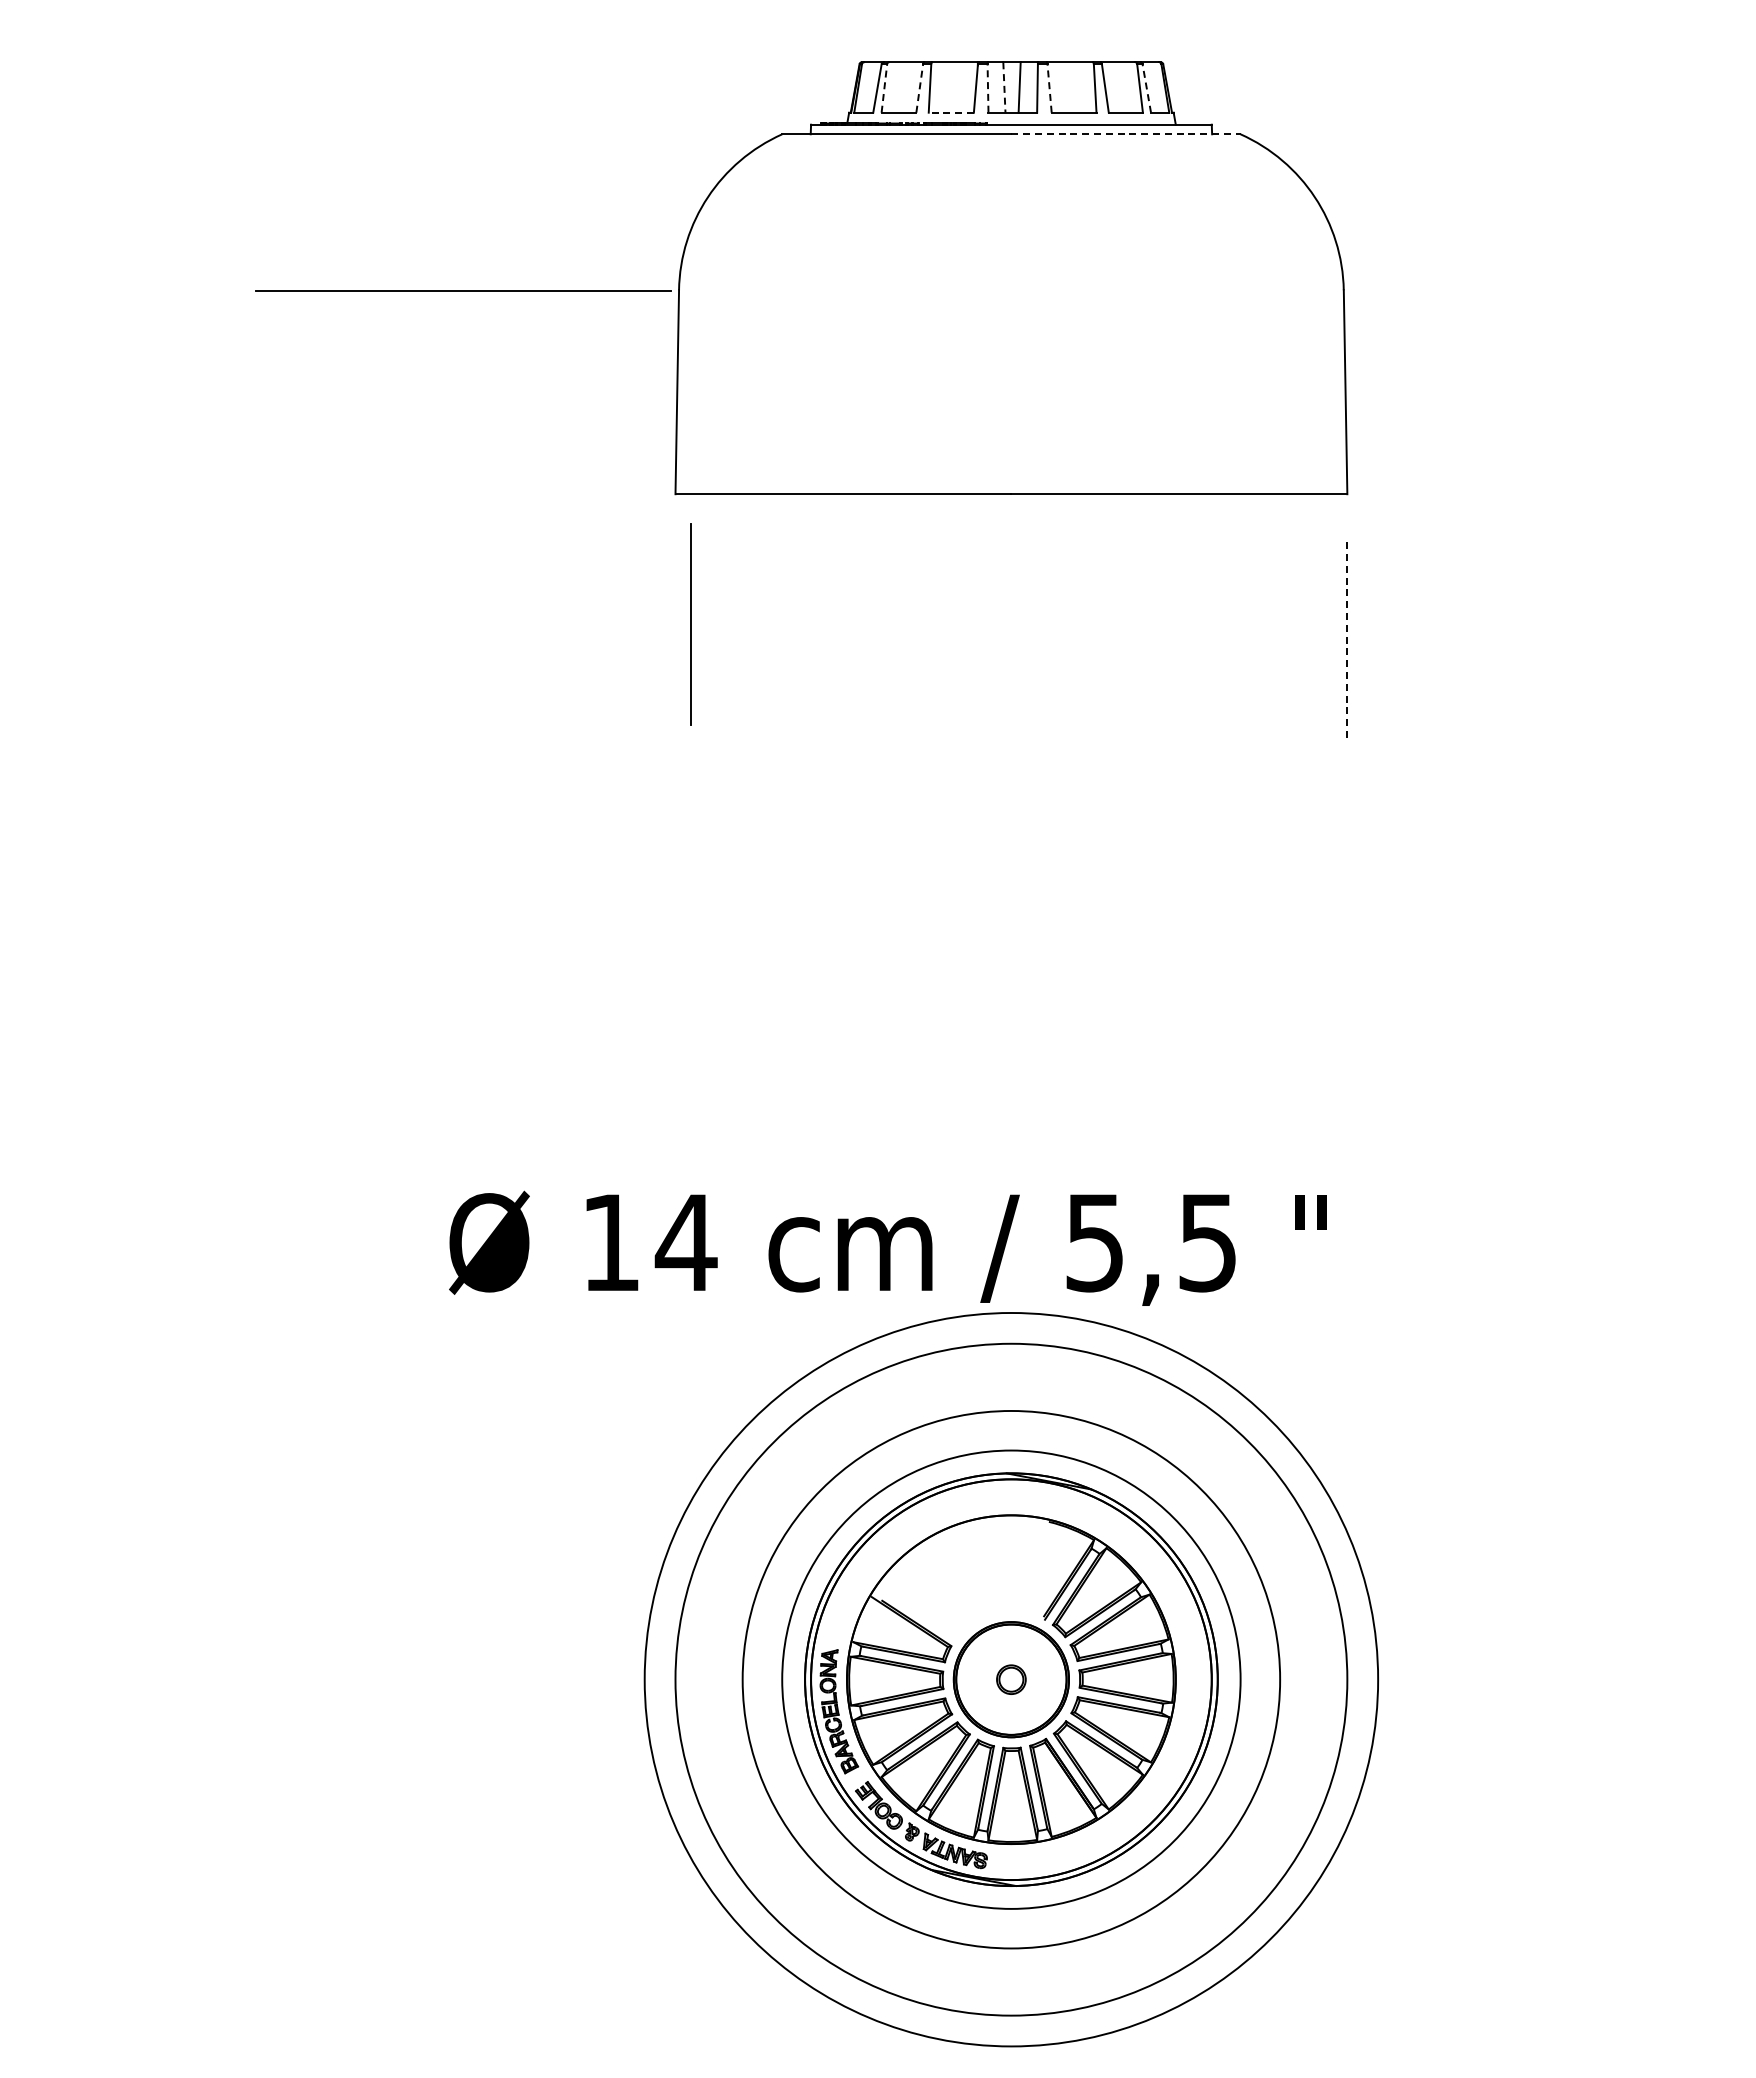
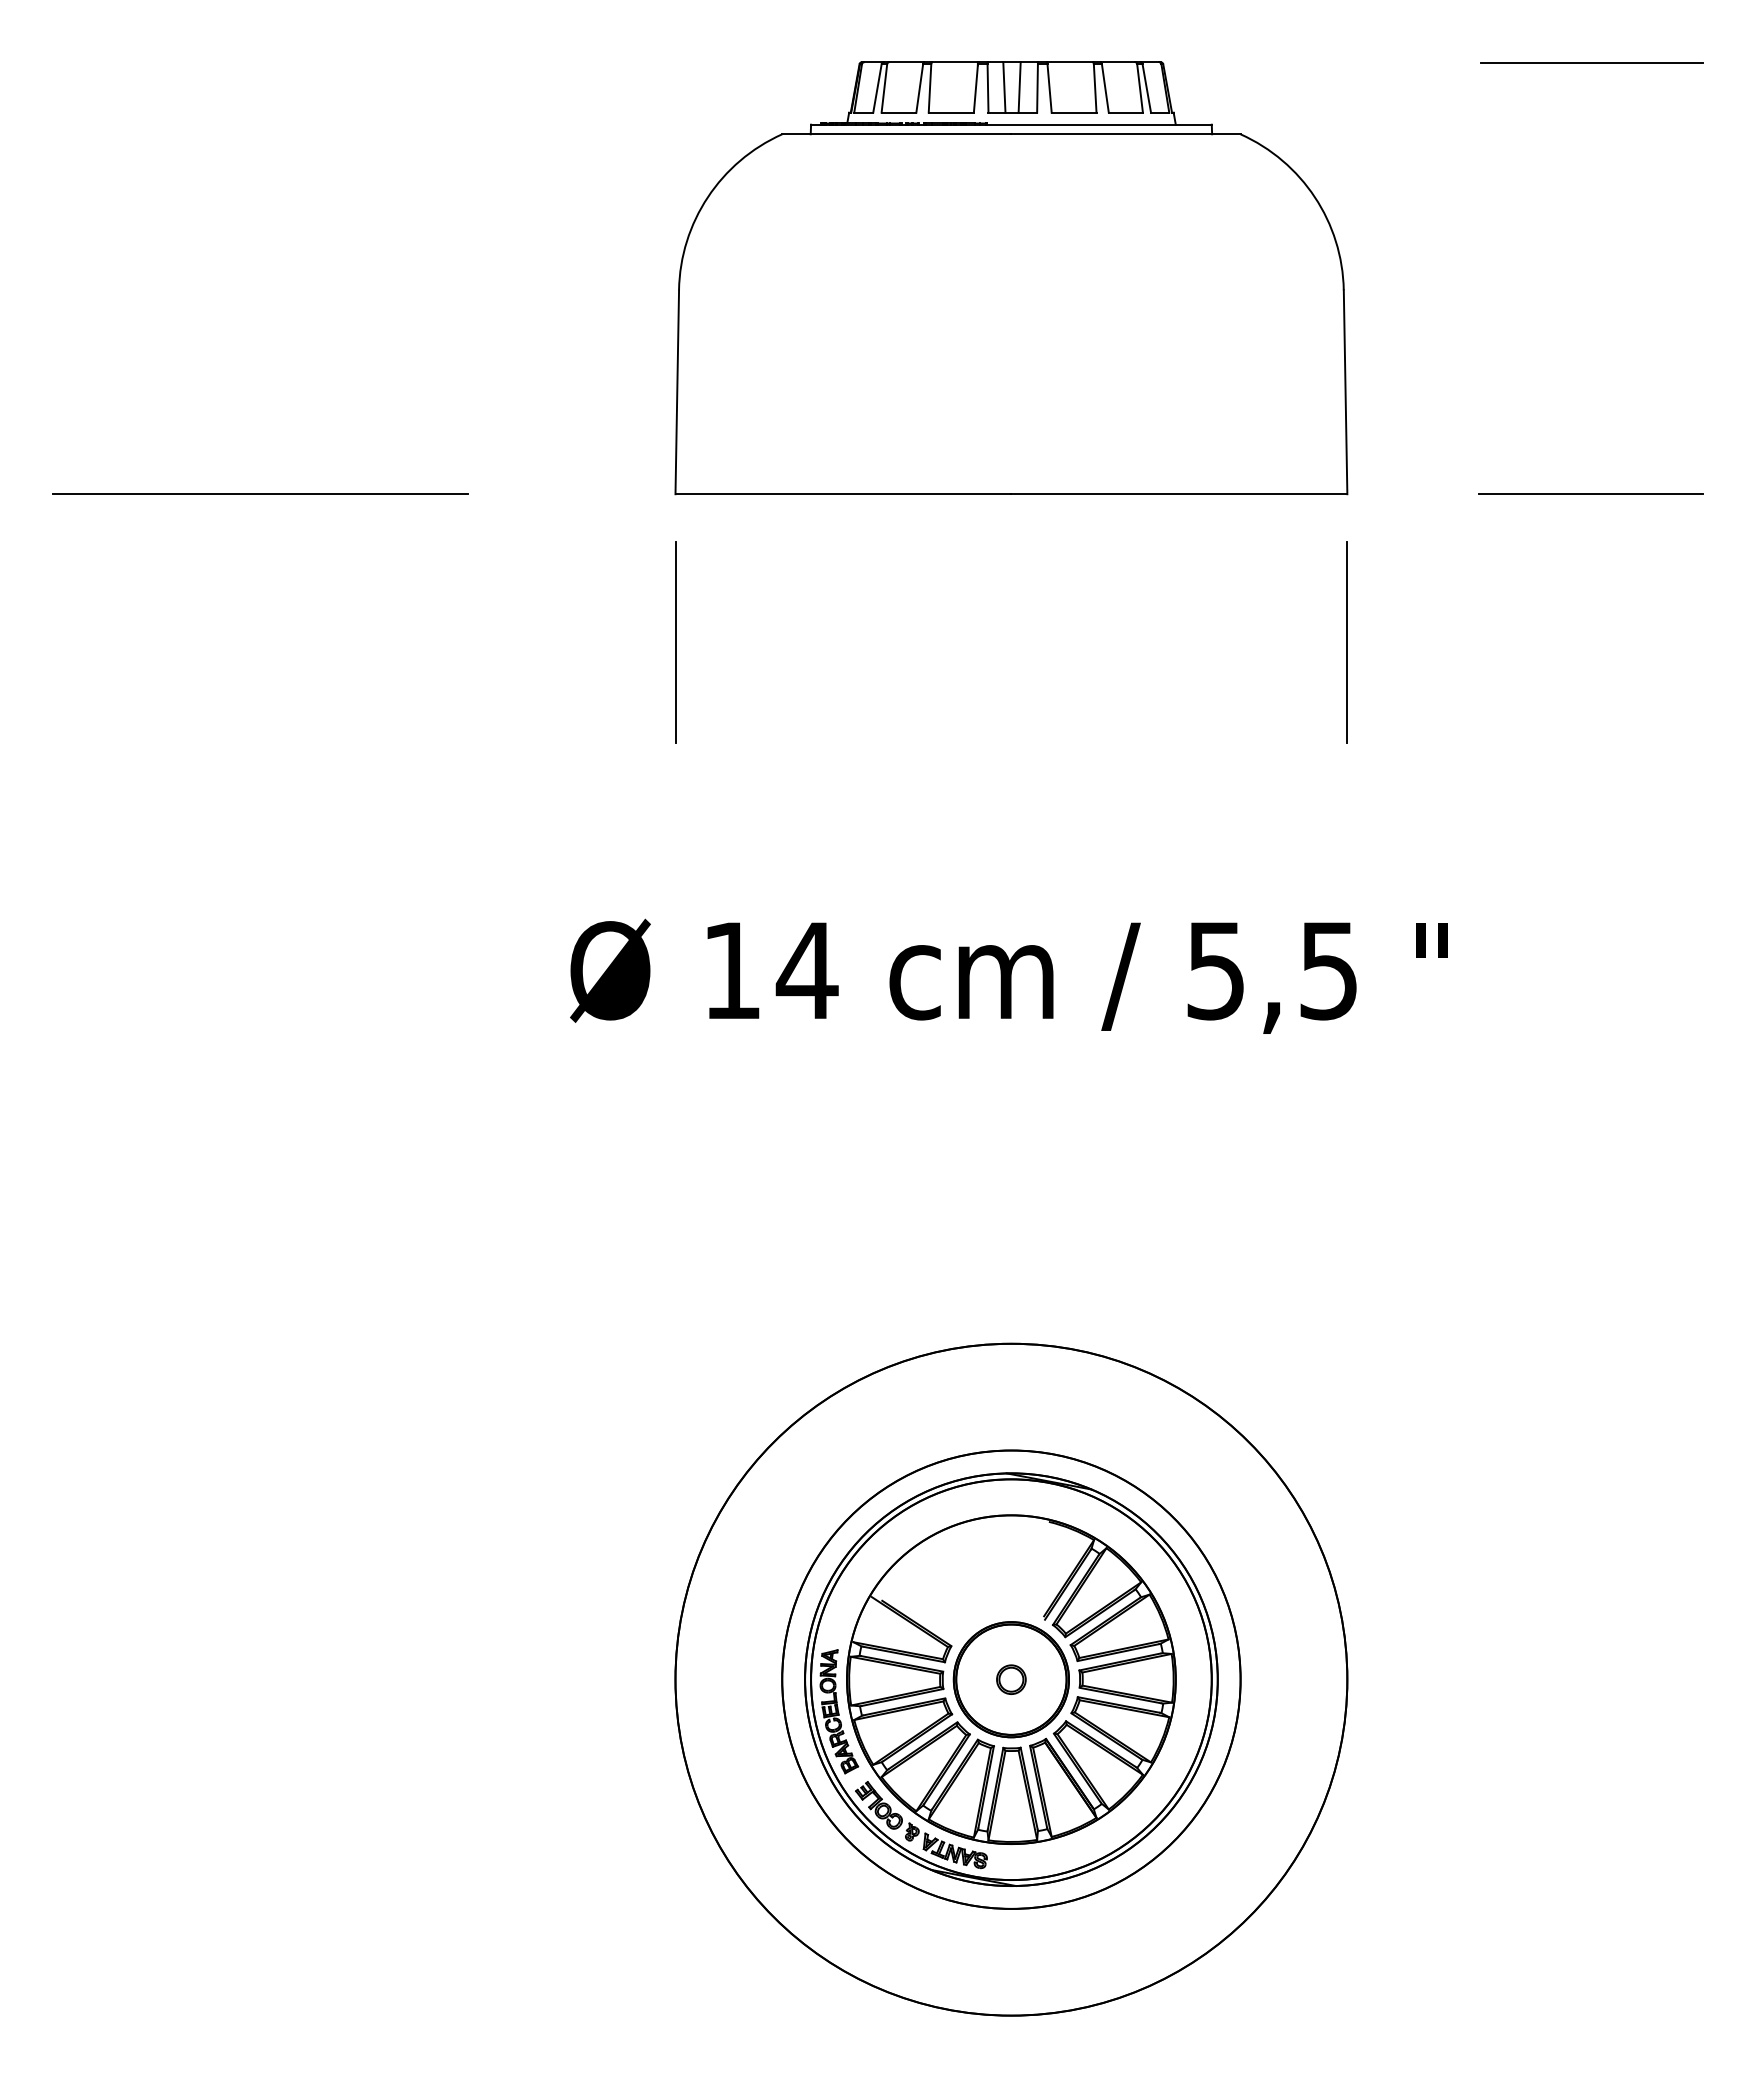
line at (1591, 62): none -> present
line at (884, 88): dashed -> solid
line at (919, 88): dashed -> solid
line at (988, 88): dashed -> solid
line at (1004, 88): dashed -> solid
line at (1049, 88): dashed -> solid
line at (1146, 88): dashed -> solid
line at (951, 112): dashed -> solid
line at (1126, 134): dashed -> solid
line at (463, 290) position: (463, 290) -> (260, 493)
line at (1591, 494): none -> present
line at (690, 624) position: (690, 624) -> (675, 642)
line at (1347, 642): dashed -> solid
text at (887, 1247) position: (887, 1247) -> (1008, 975)
circle at (1011, 1679) diameter: 537 px -> 672 px
circle at (1011, 1679) diameter: 733 px -> 458 px
